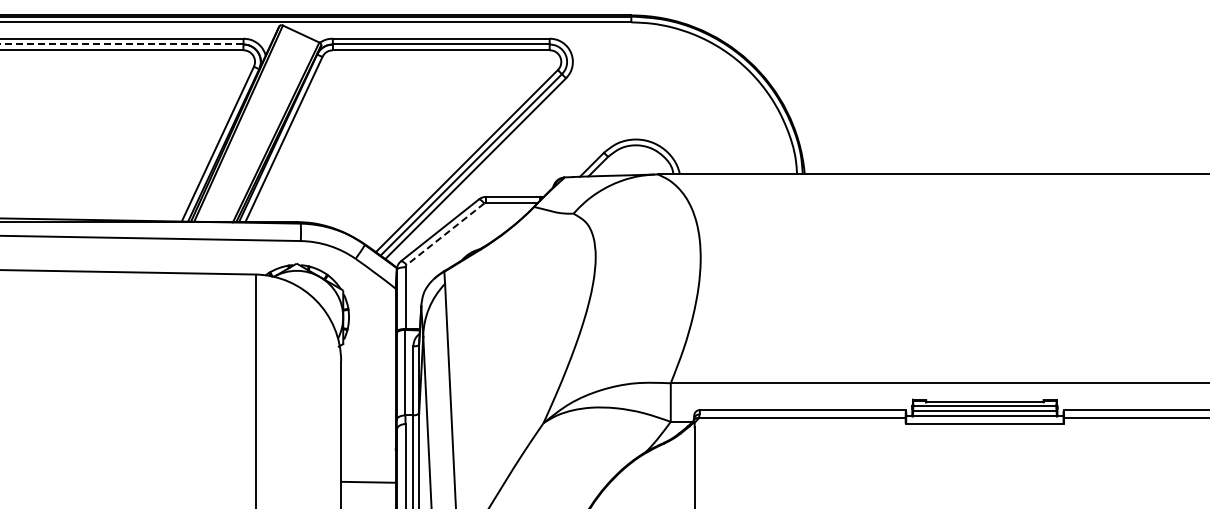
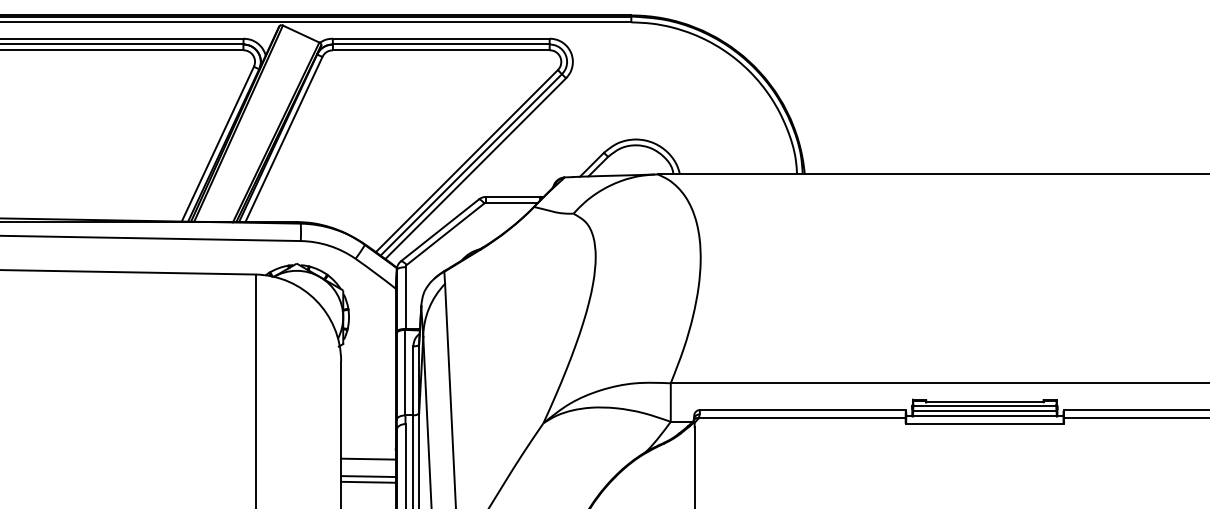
line at (121, 44): dashed -> solid
line at (445, 234): dashed -> solid
line at (368, 458): none -> present
line at (368, 476): none -> present
